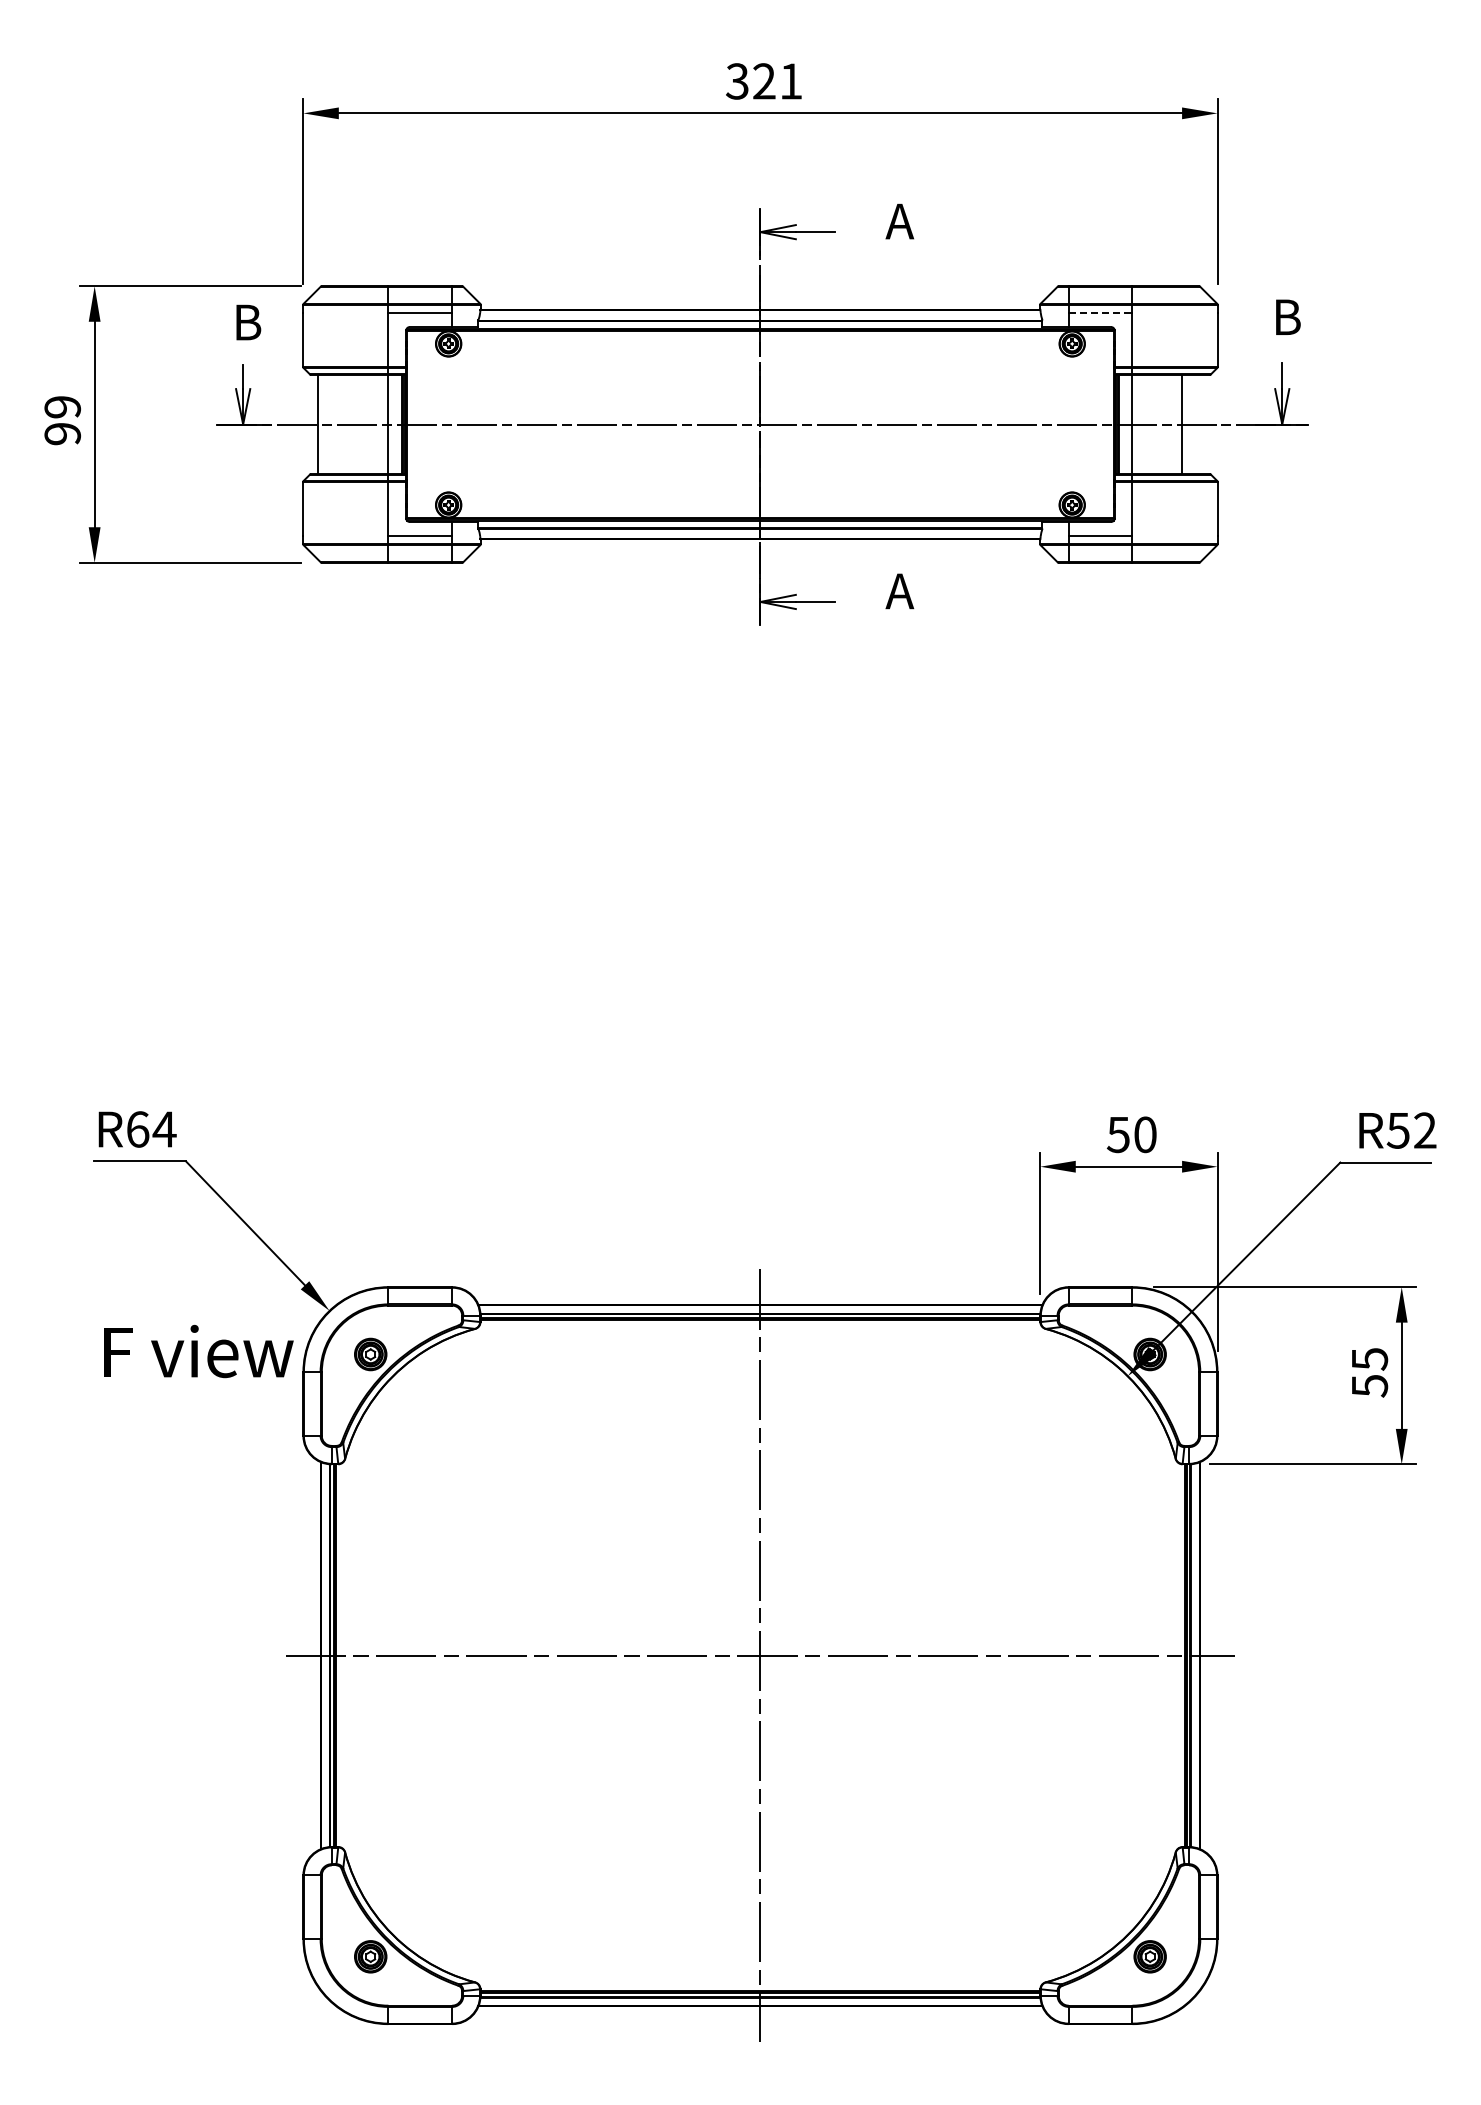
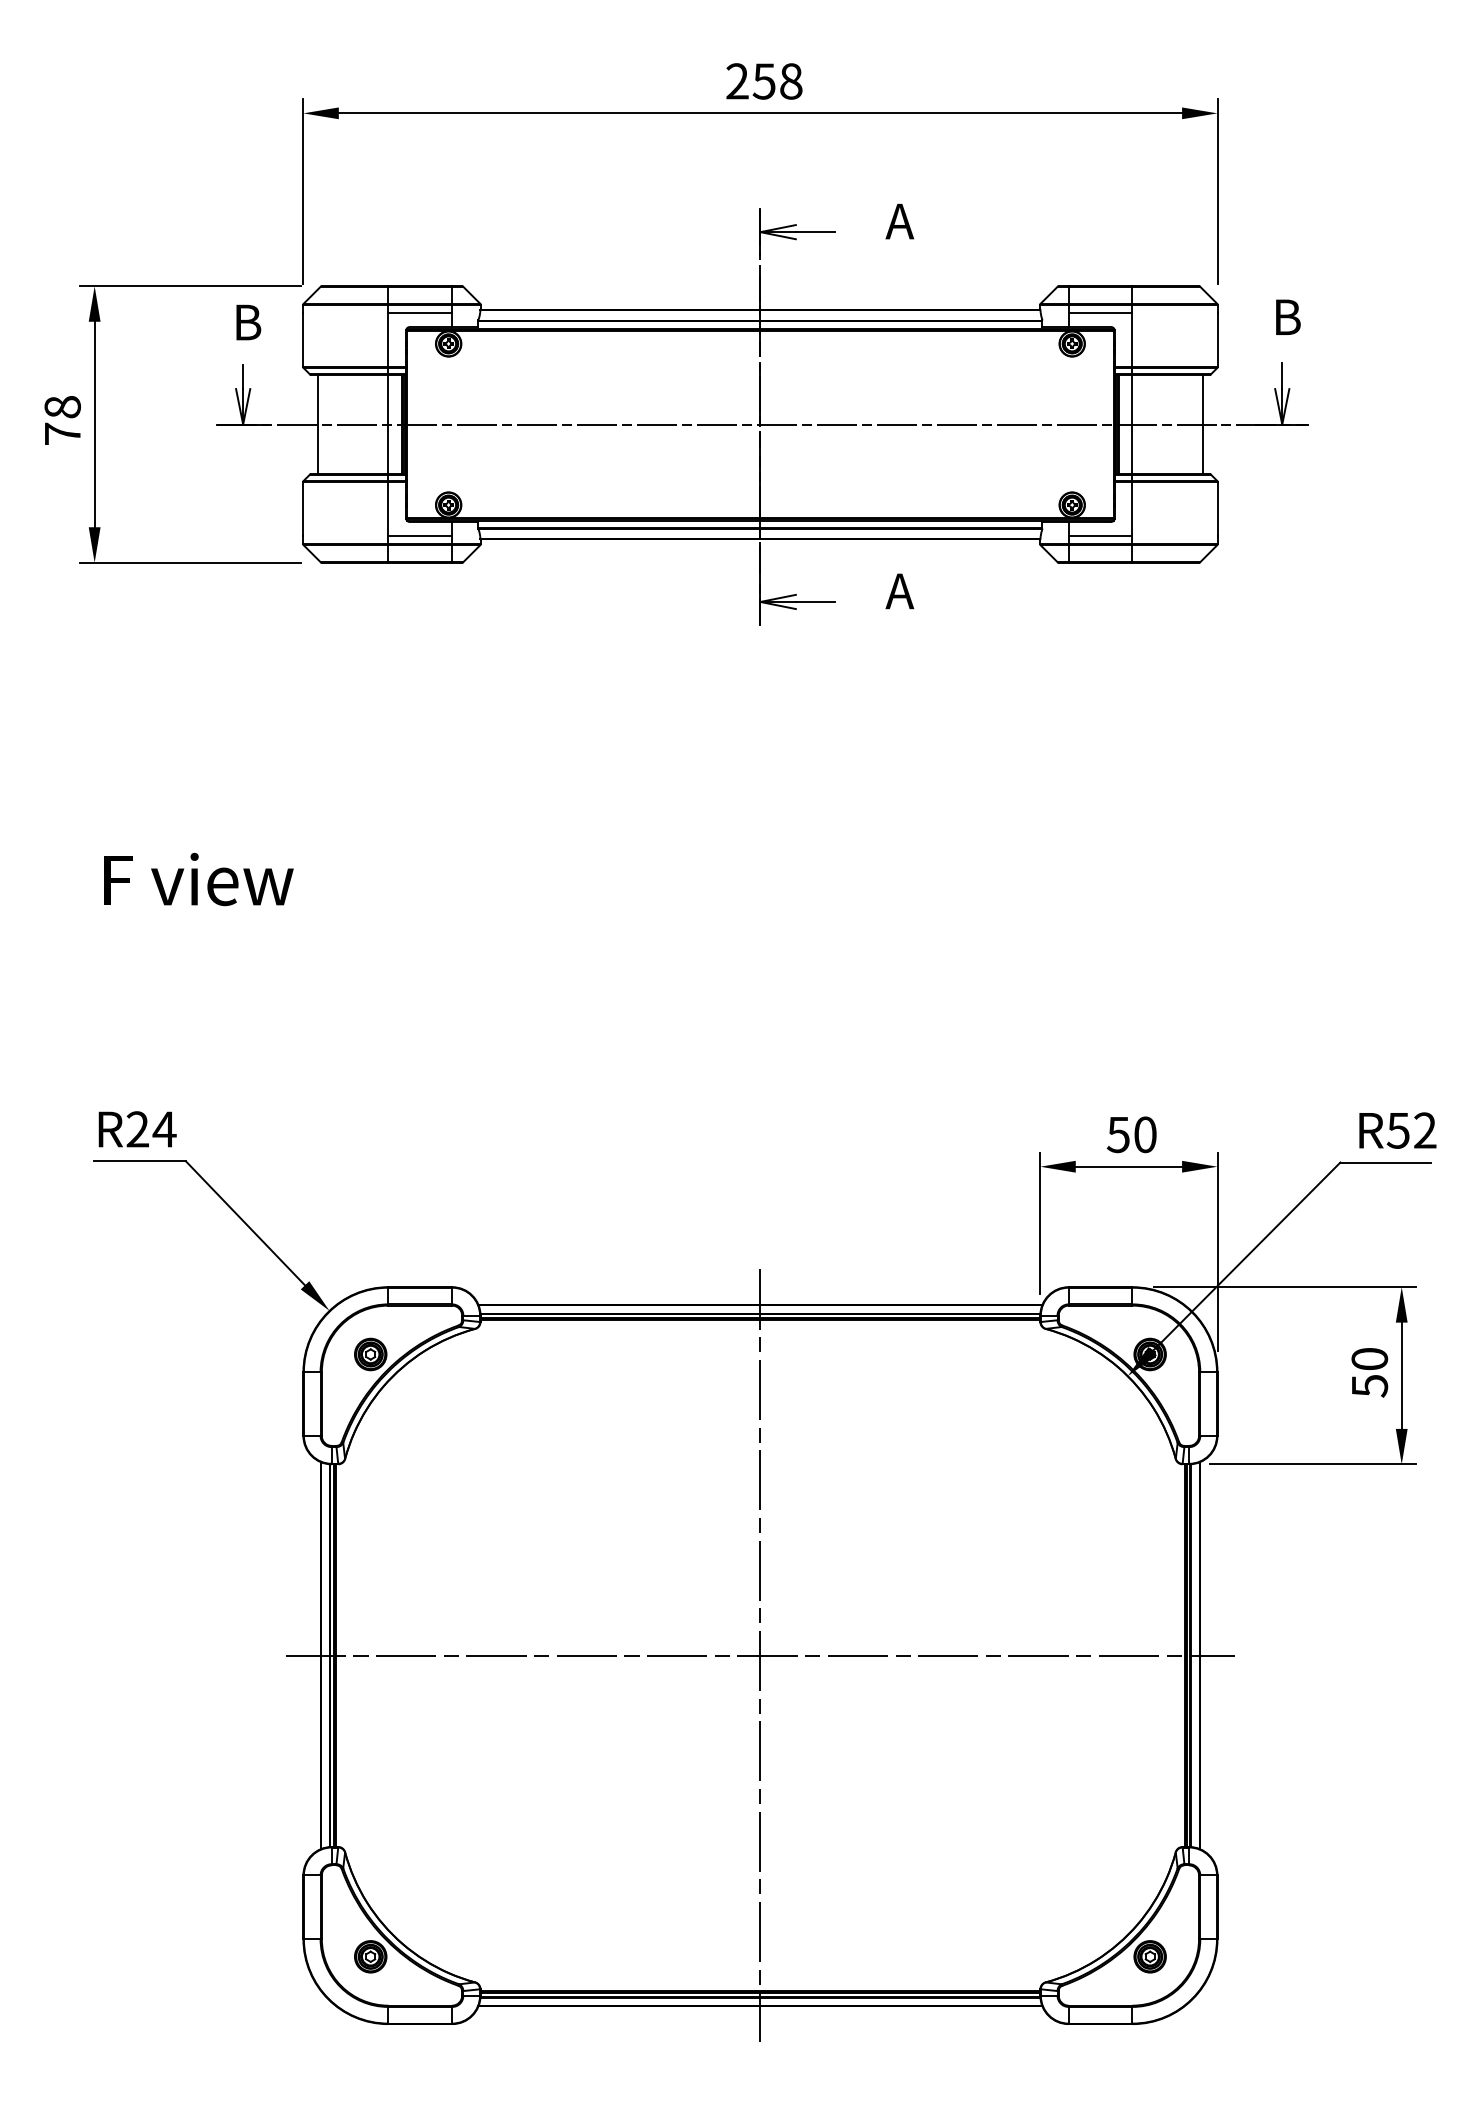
text at (764, 81): 321 -> 258
line at (1100, 312): dashed -> solid
text at (62, 420): 99 -> 78
line at (1182, 424) position: (1182, 424) -> (1203, 424)
text at (137, 1129): R64 -> R24
text at (198, 1351) position: (198, 1351) -> (198, 879)
text at (1369, 1359): 55 -> 50
